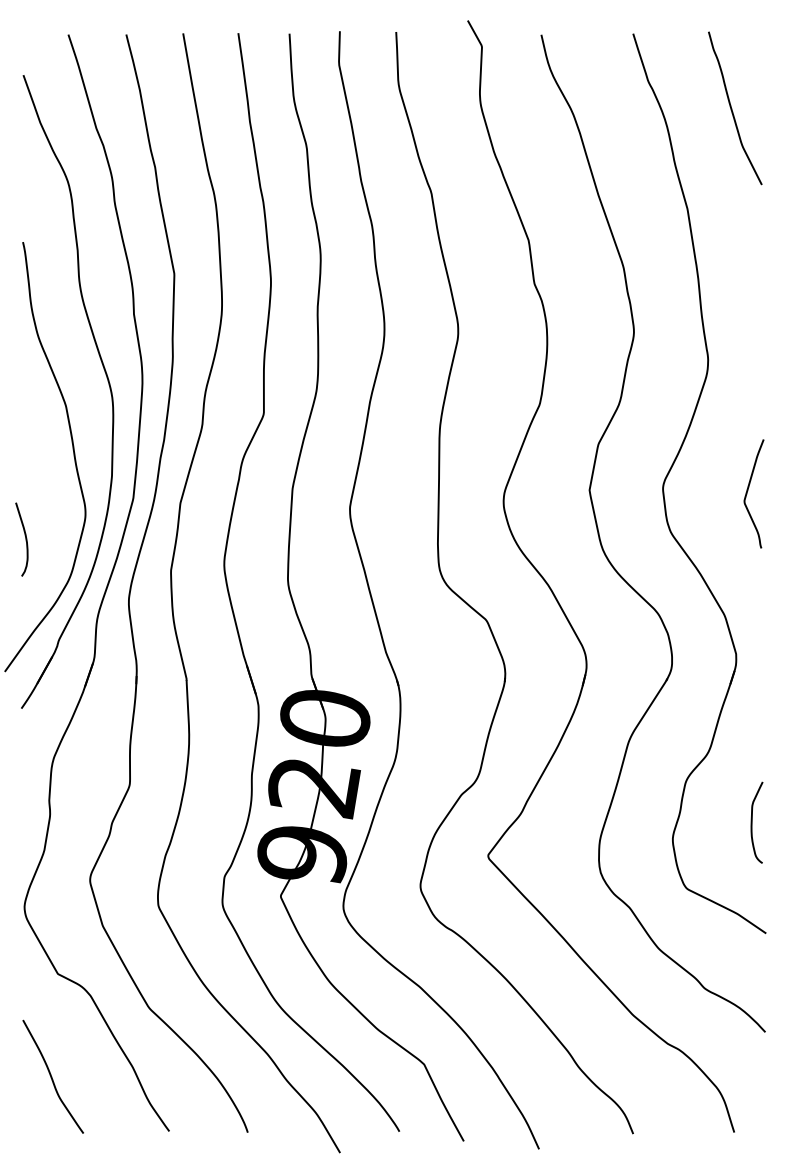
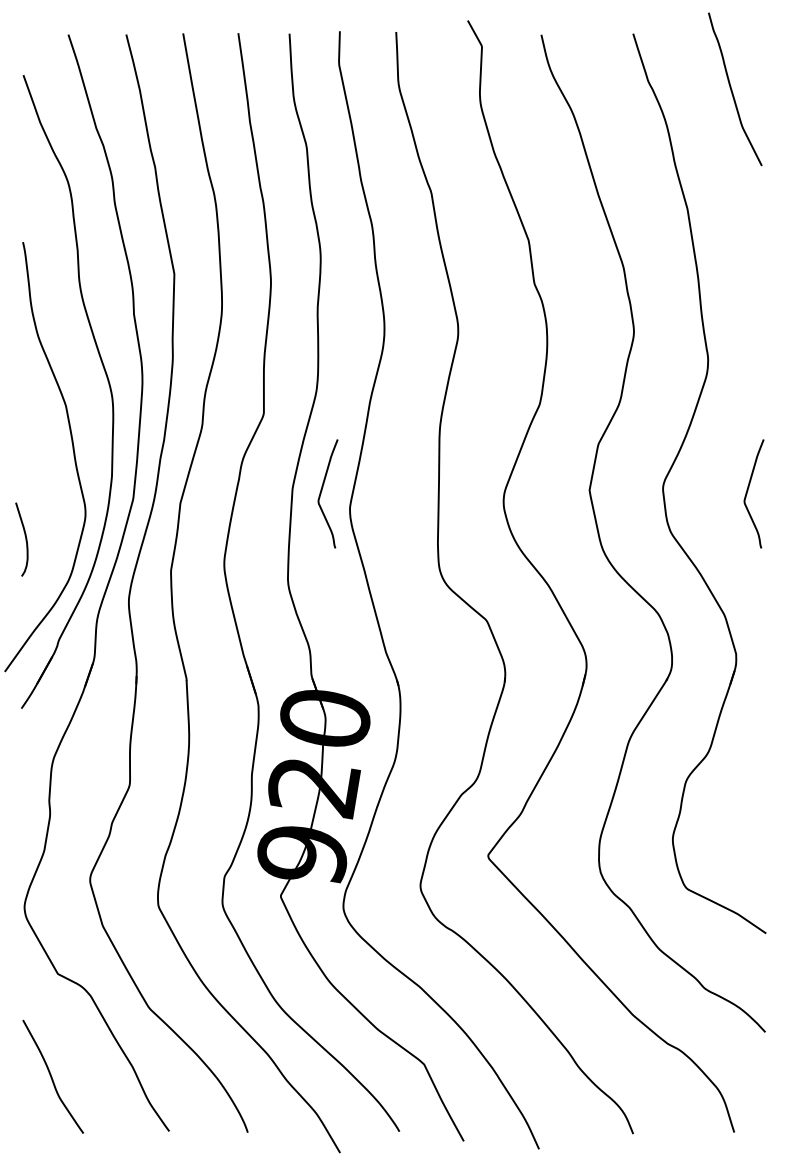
curve at (732, 108) position: (732, 108) -> (732, 89)
curve at (322, 490): none -> present
curve at (752, 822): present -> none
